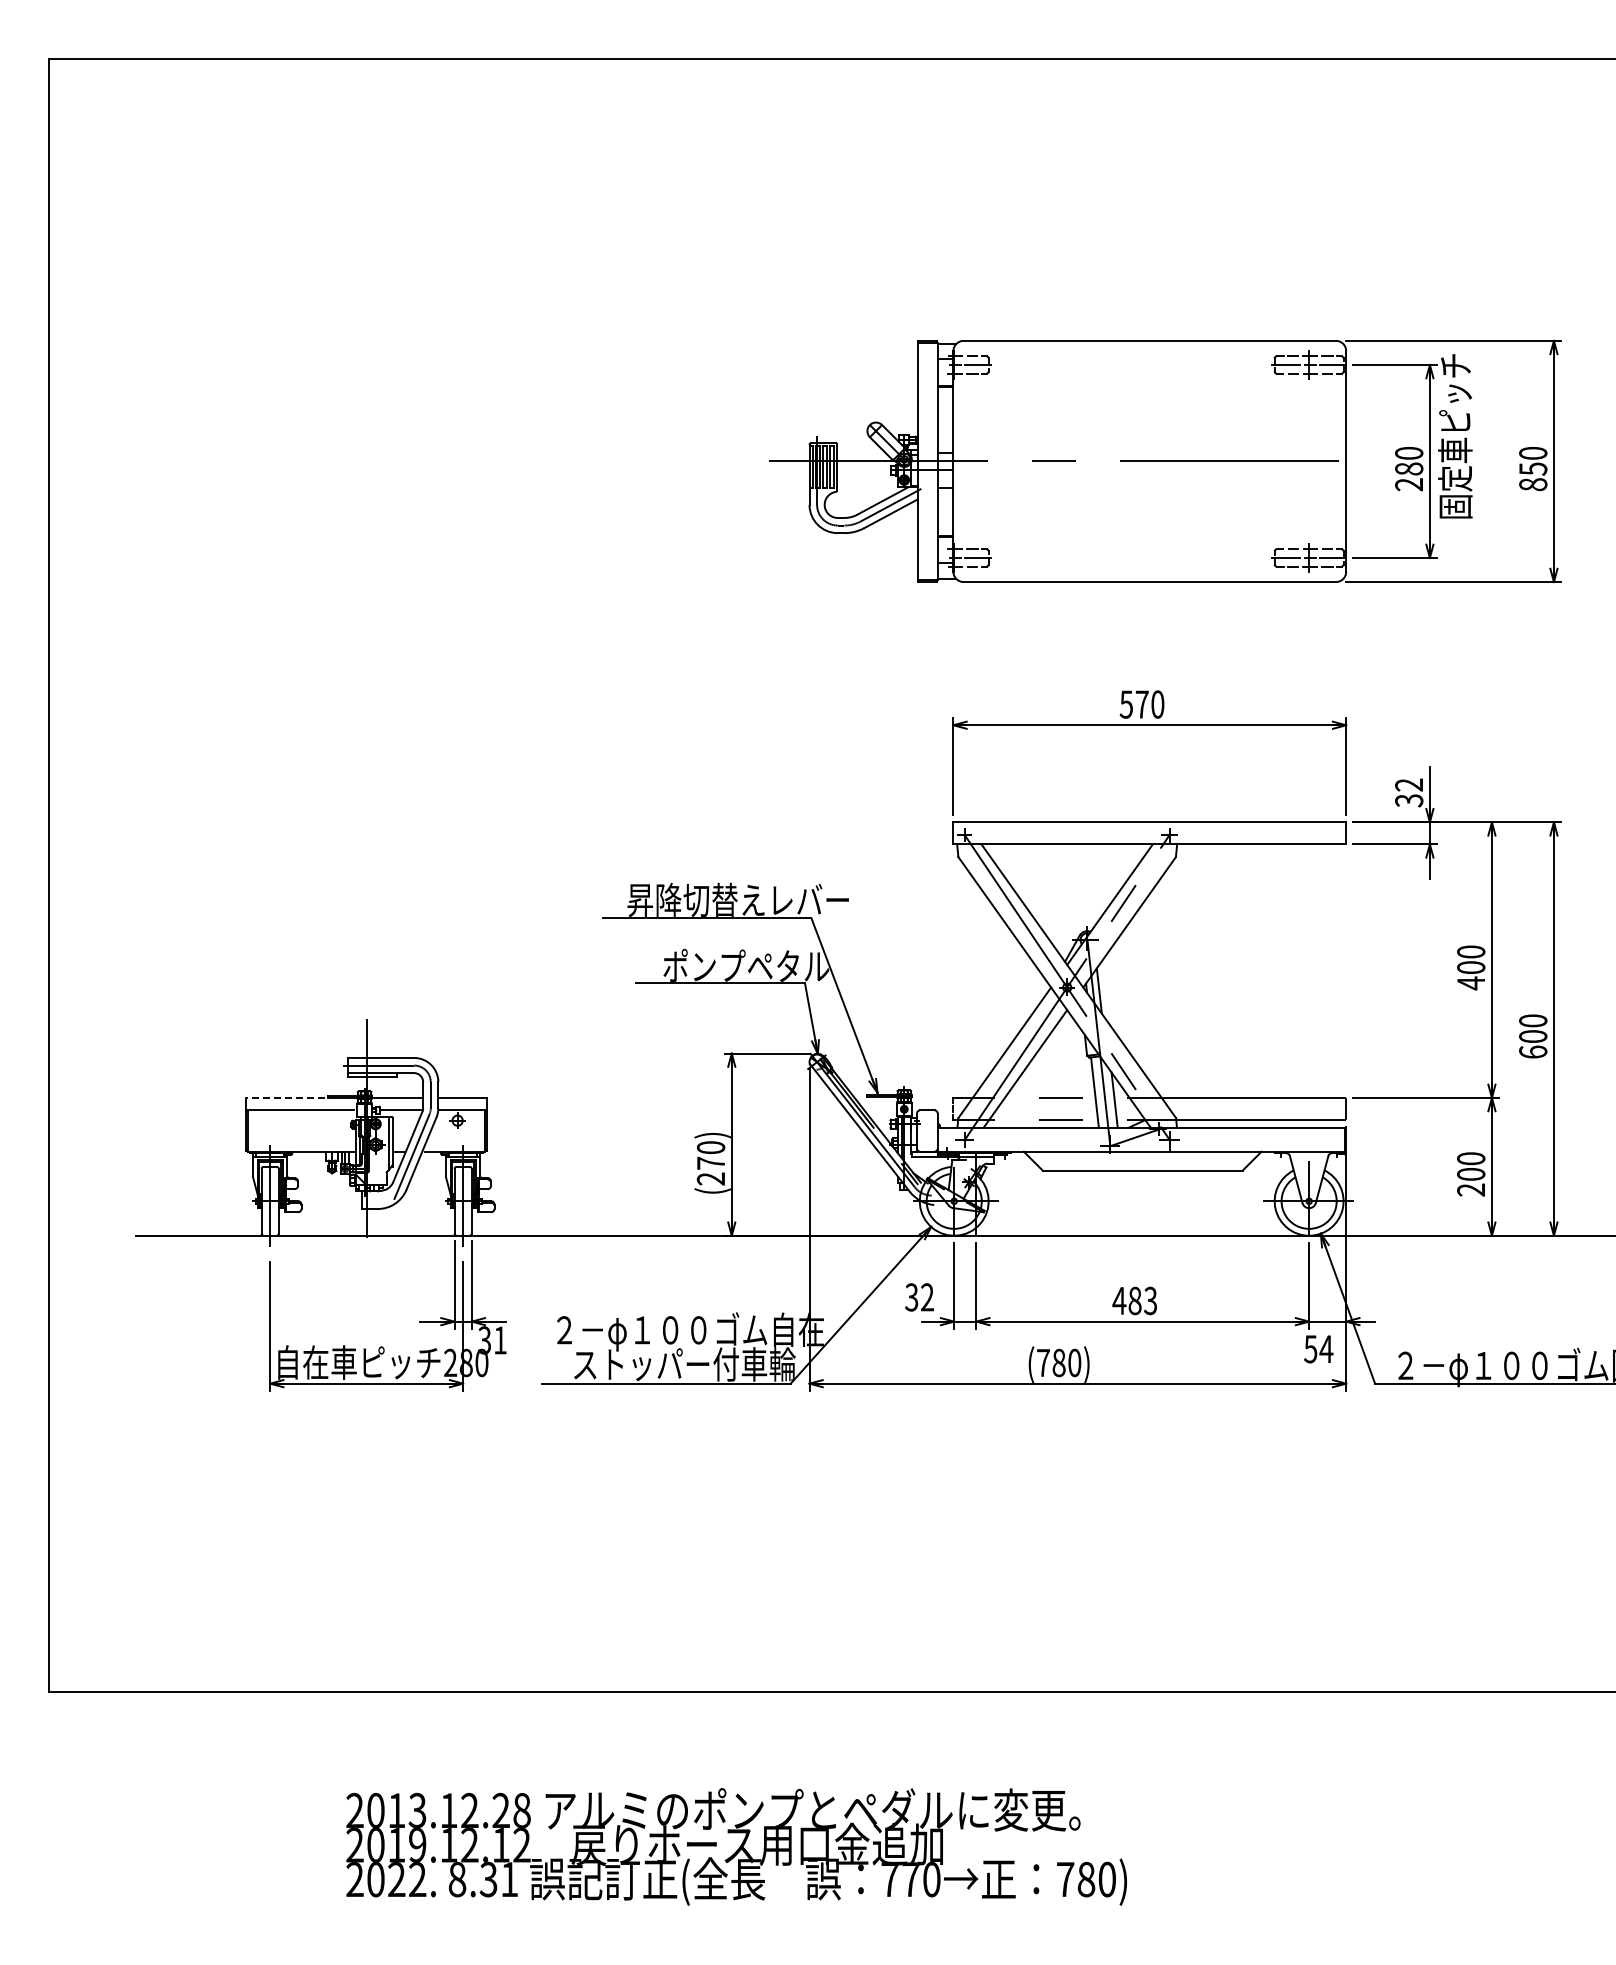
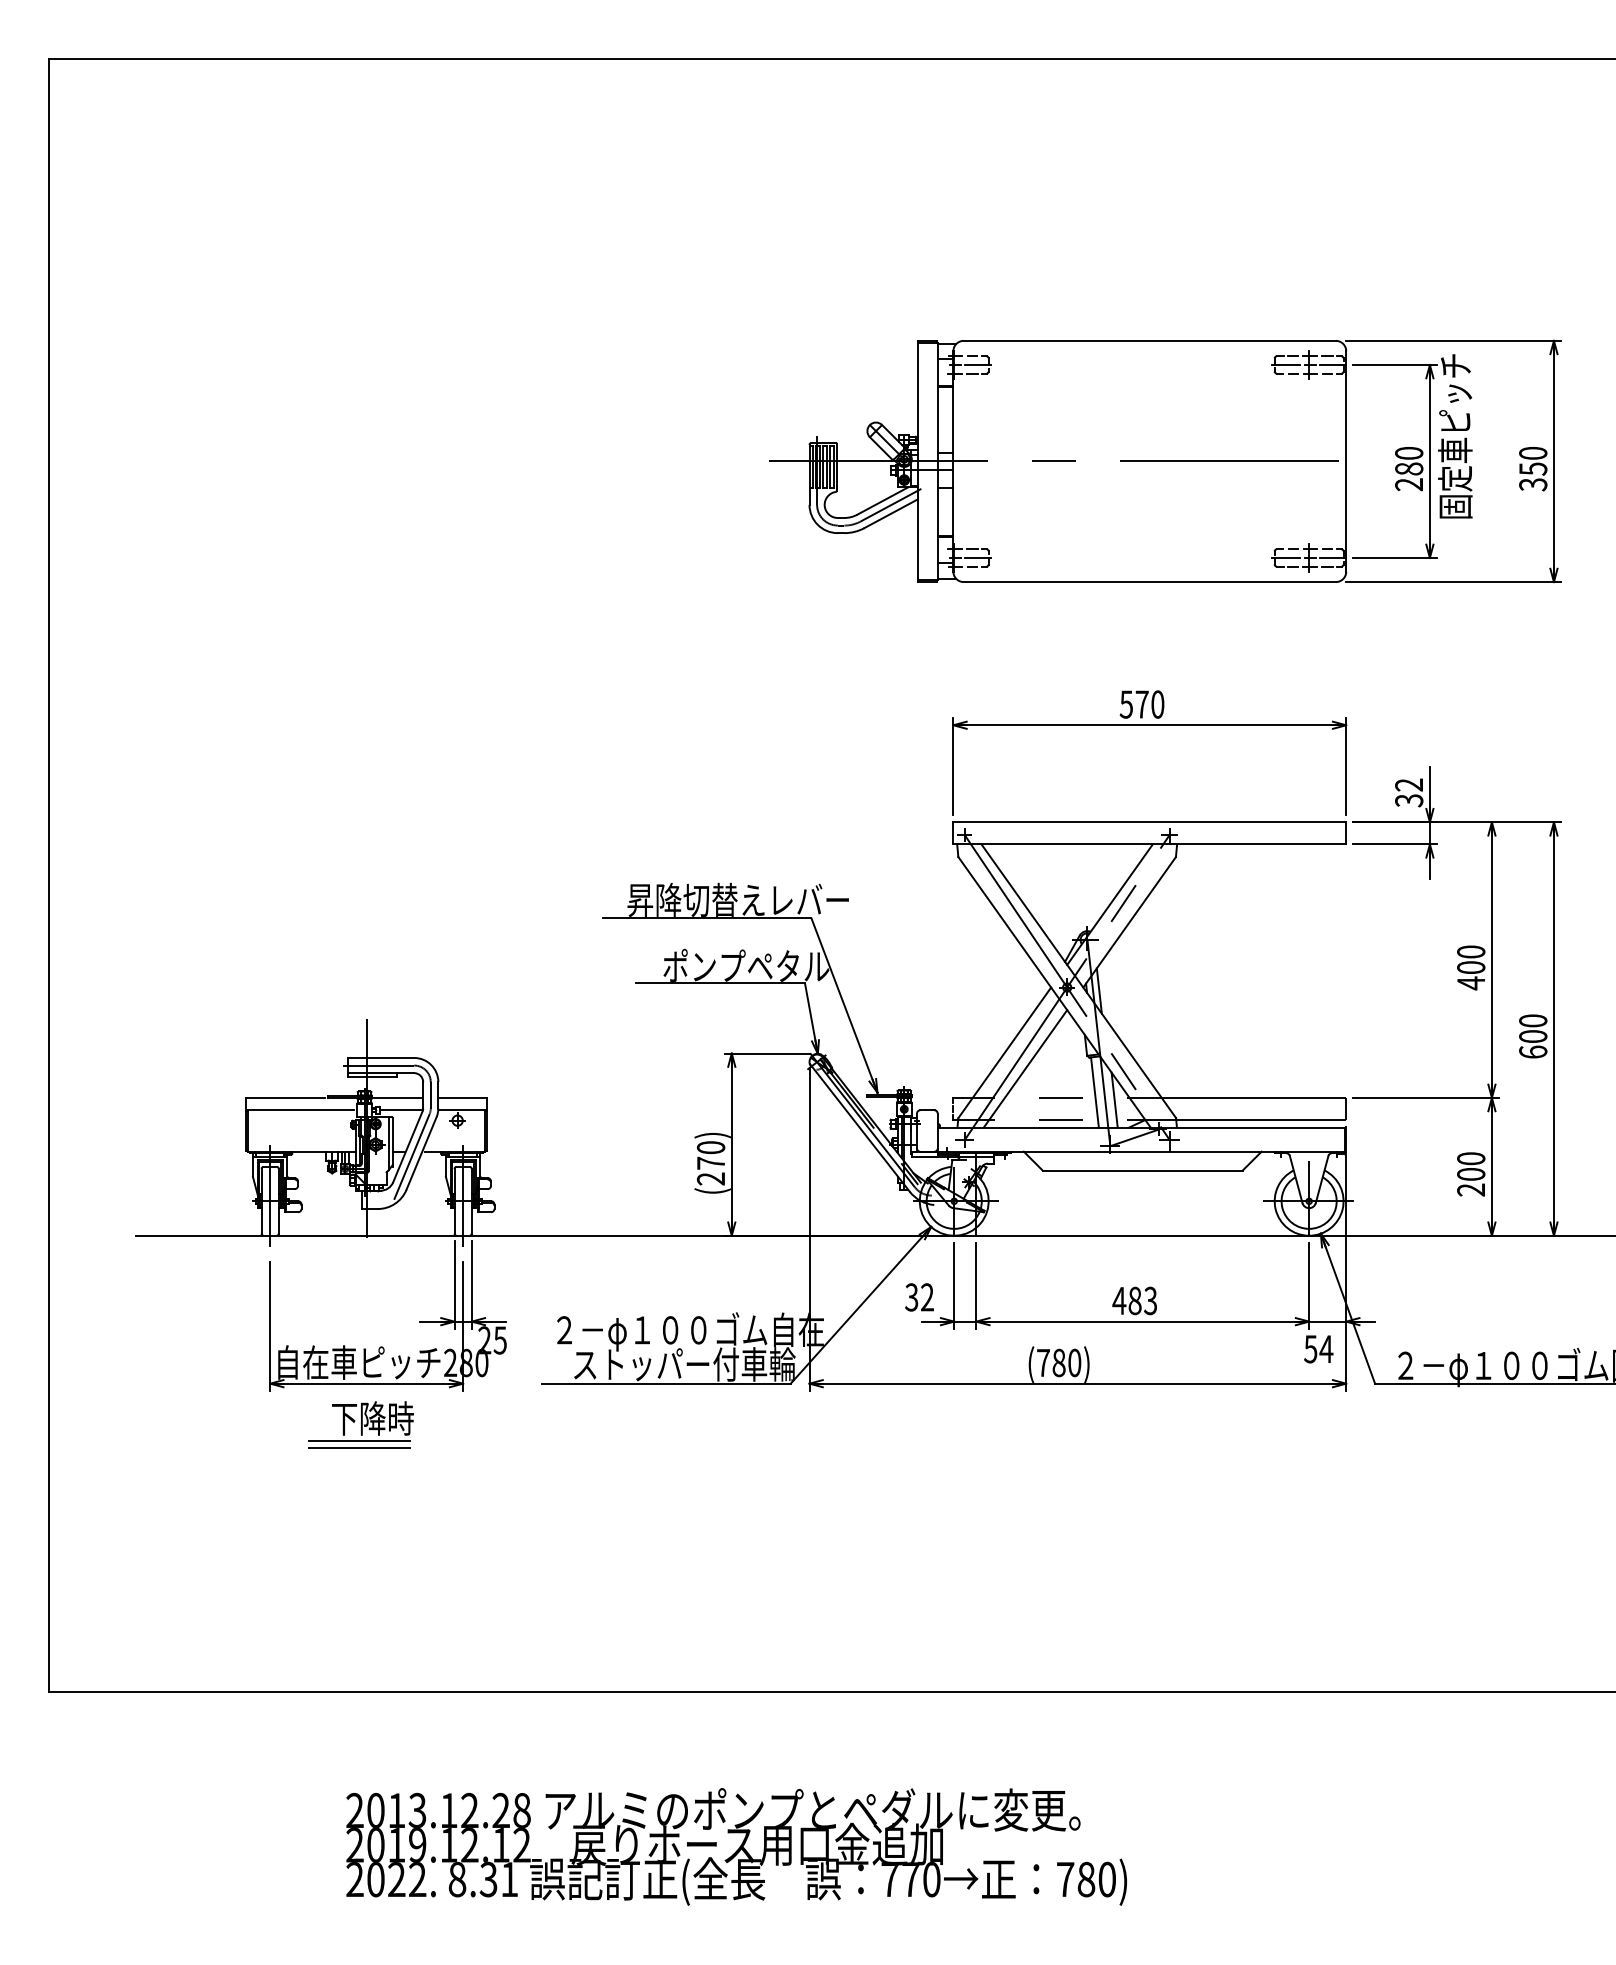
text at (1533, 484): 850 -> 350
line at (285, 1097): dashed -> solid
text at (492, 1340): 31 -> 25
part at (360, 1424): none -> present
